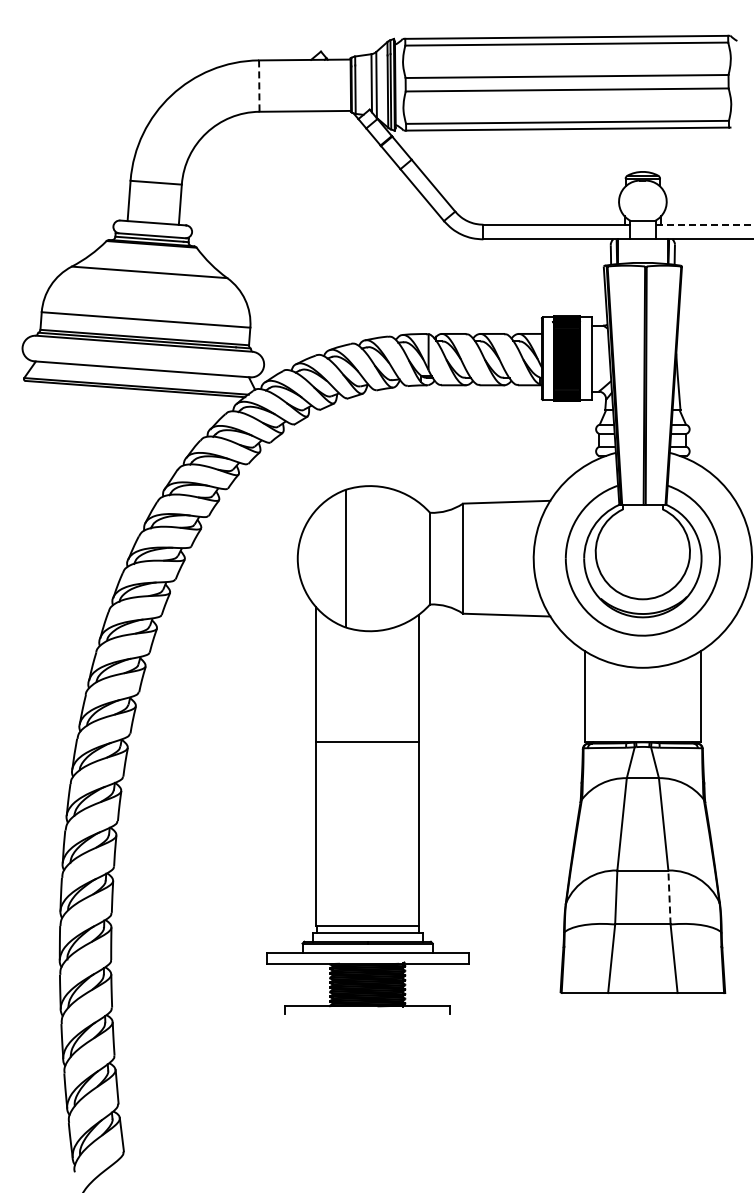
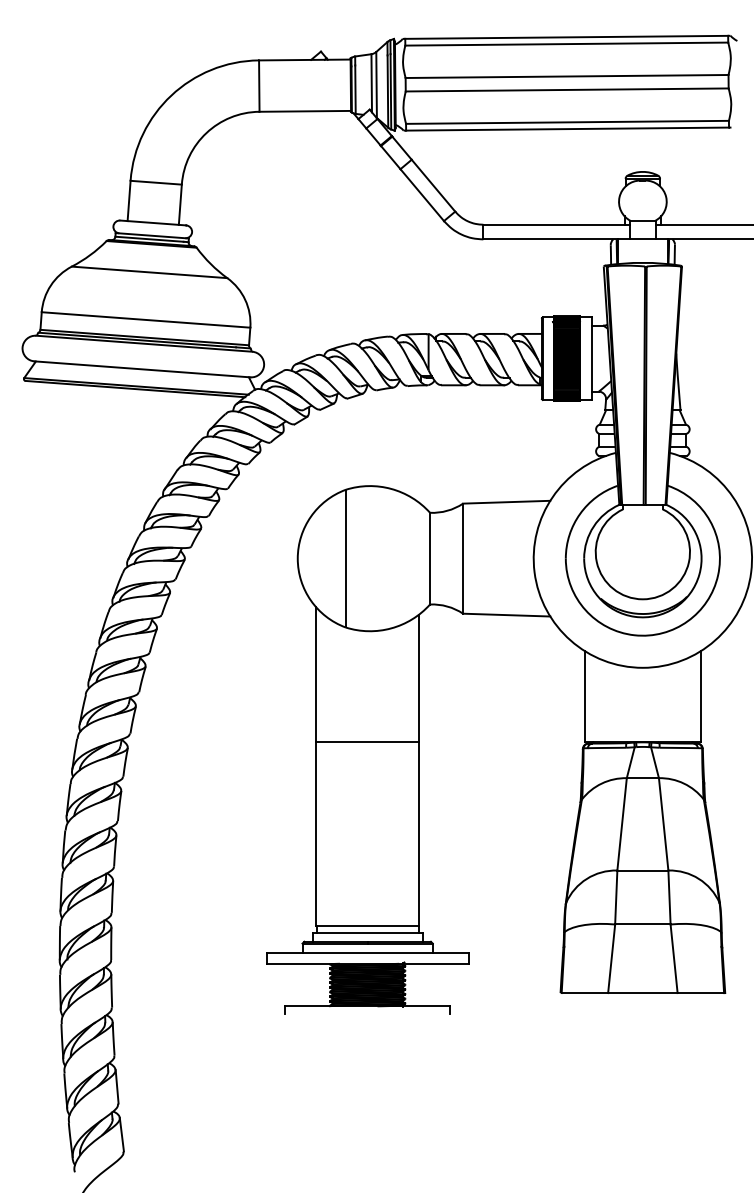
line at (259, 86): dashed -> solid
line at (704, 224): dashed -> solid
line at (669, 897): dashed -> solid
